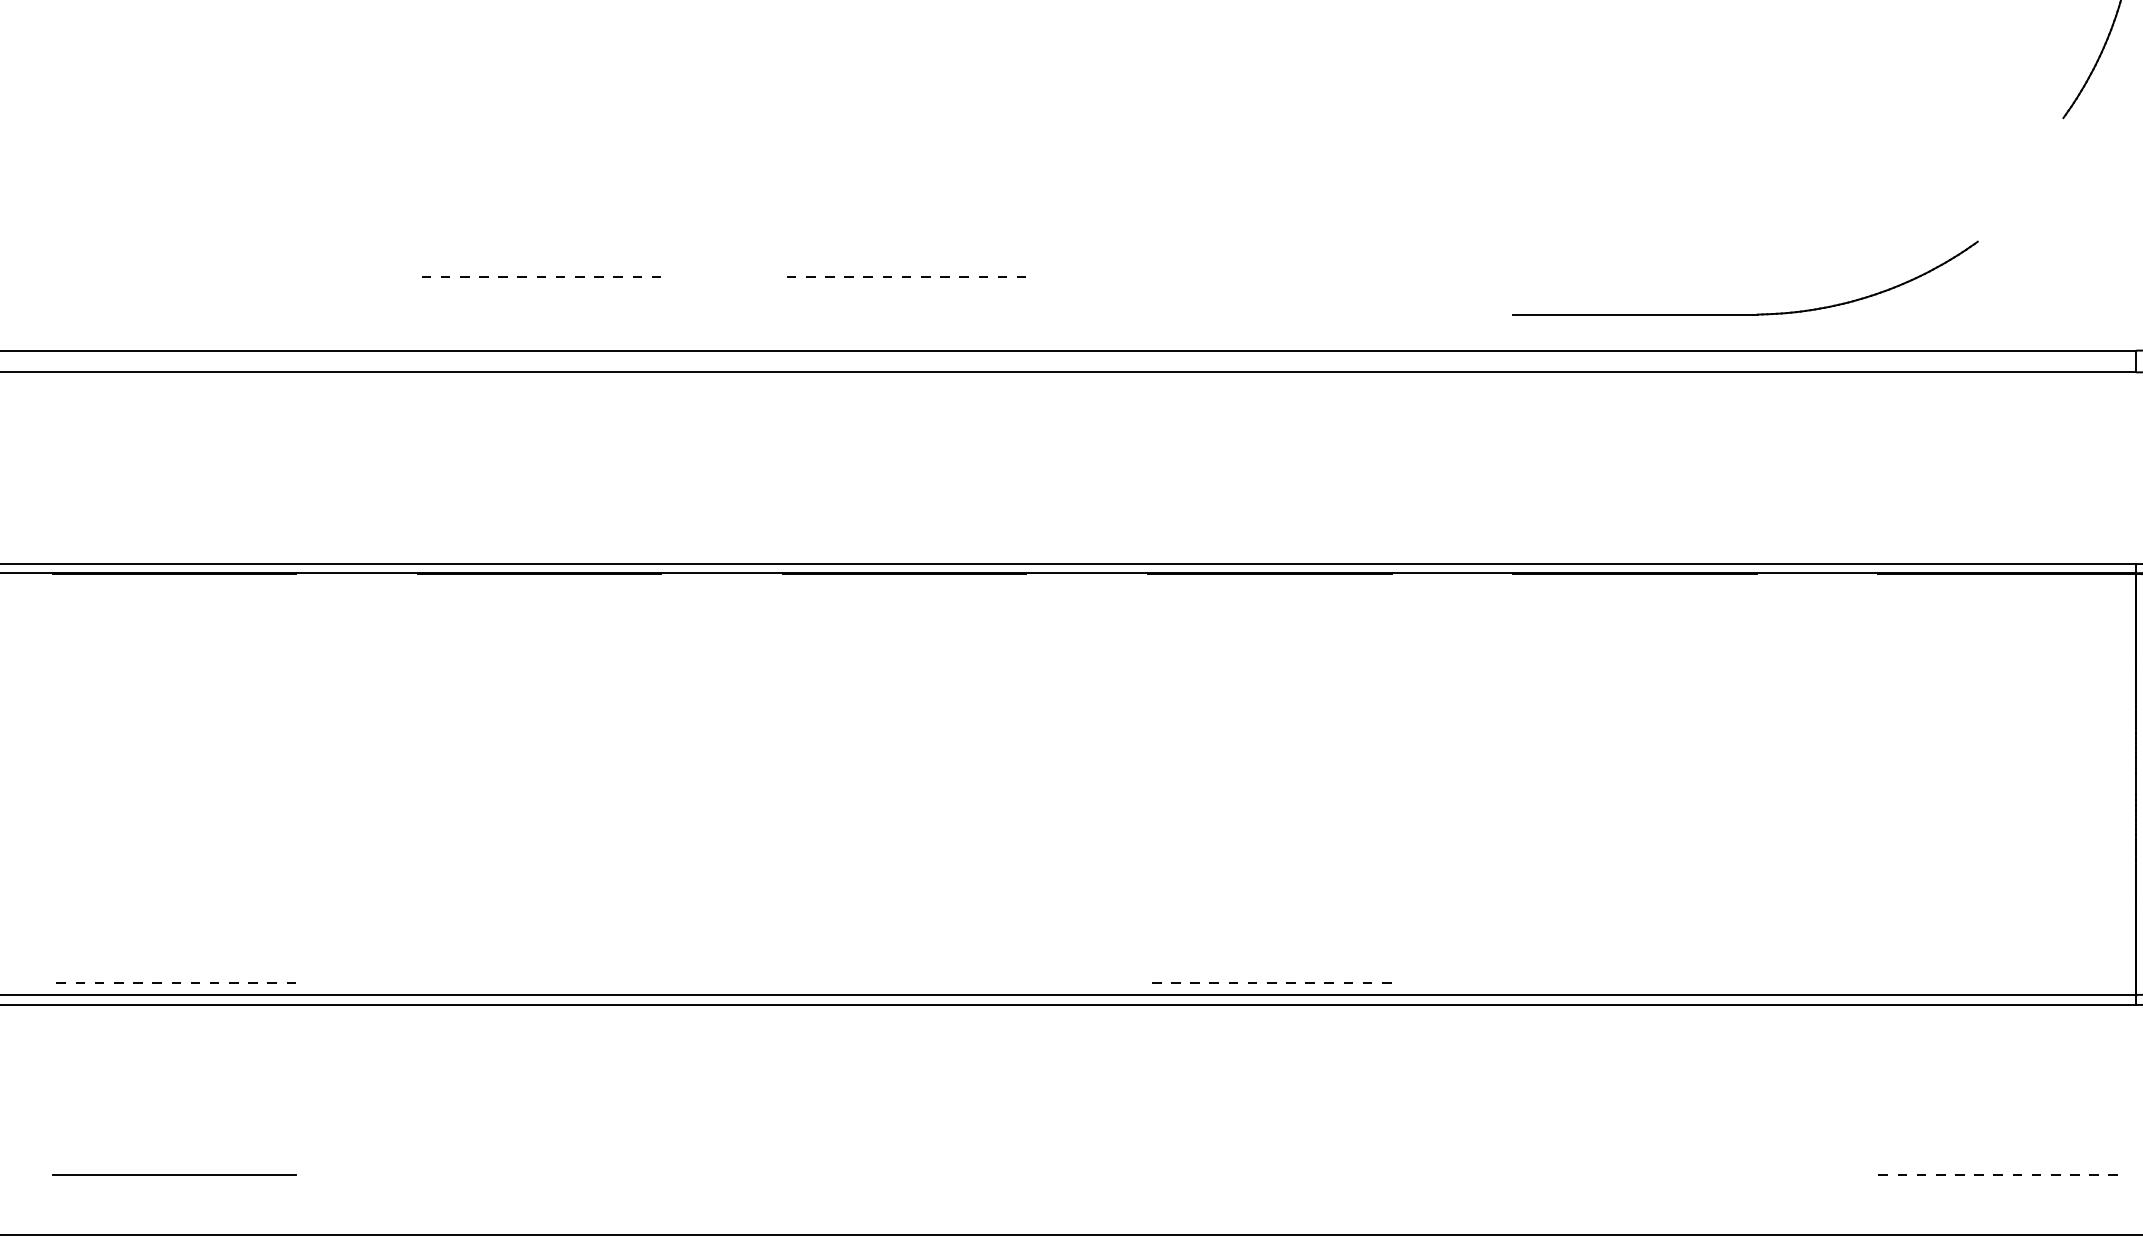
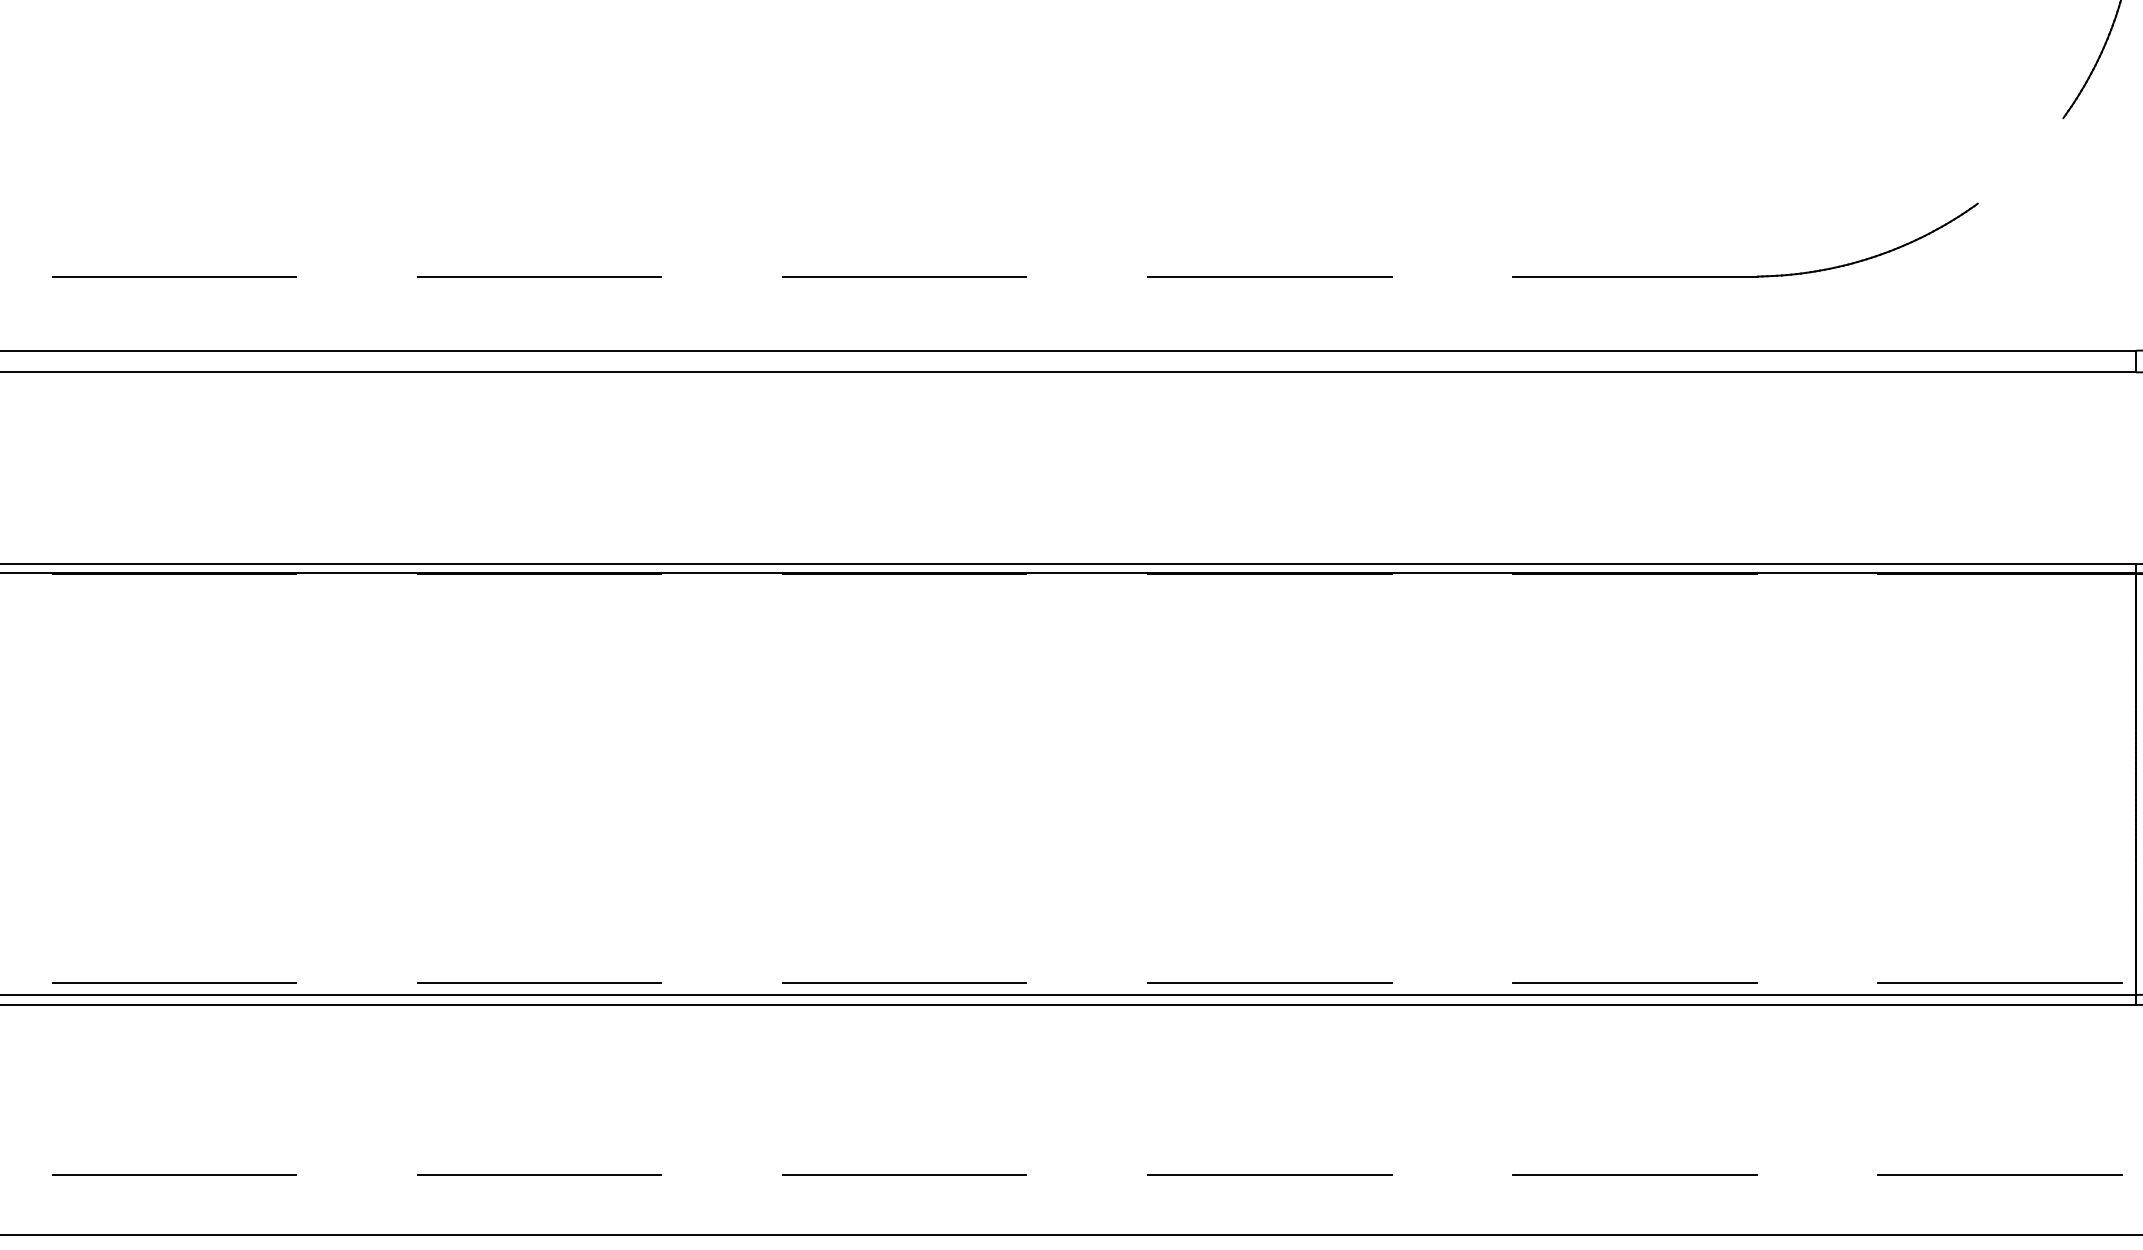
line at (174, 276): none -> present
line at (539, 276): dashed -> solid
line at (904, 276): dashed -> solid
line at (1269, 276): none -> present
part at (1745, 314) position: (1745, 314) -> (1745, 276)
line at (174, 982): dashed -> solid
line at (539, 982): none -> present
line at (904, 982): none -> present
line at (1269, 982): dashed -> solid
line at (1634, 982): none -> present
line at (1999, 982): none -> present
line at (539, 1174): none -> present
line at (904, 1174): none -> present
line at (1269, 1174): none -> present
line at (1634, 1174): none -> present
line at (2000, 1174): dashed -> solid
